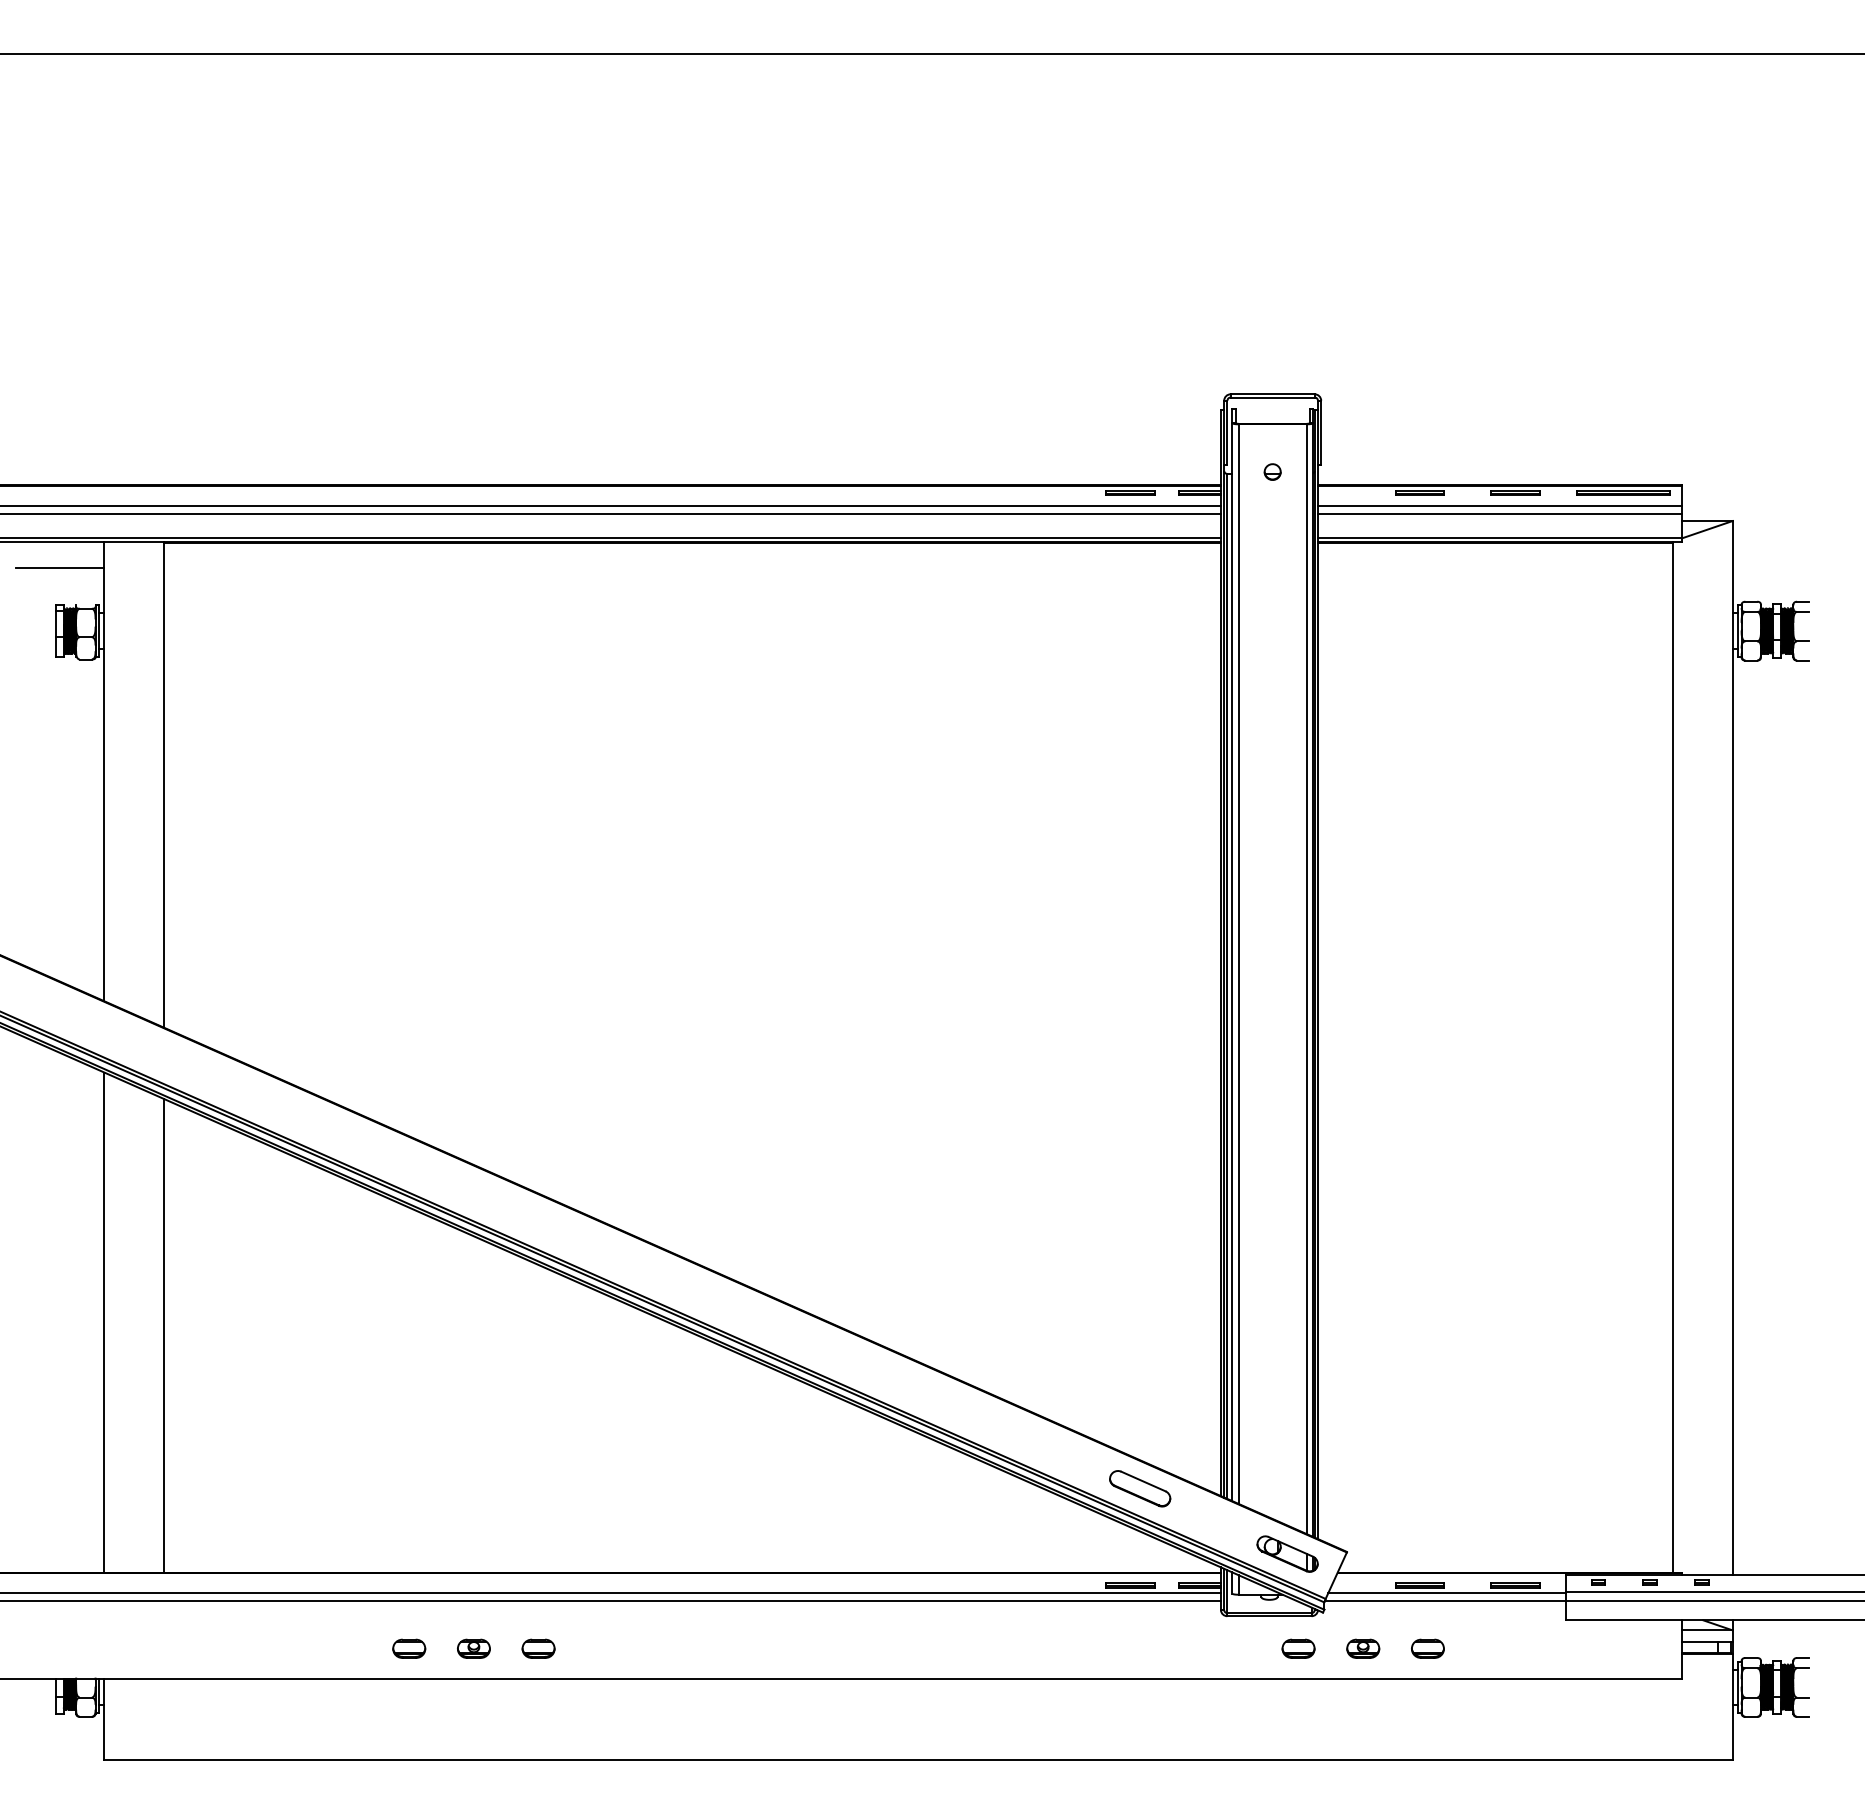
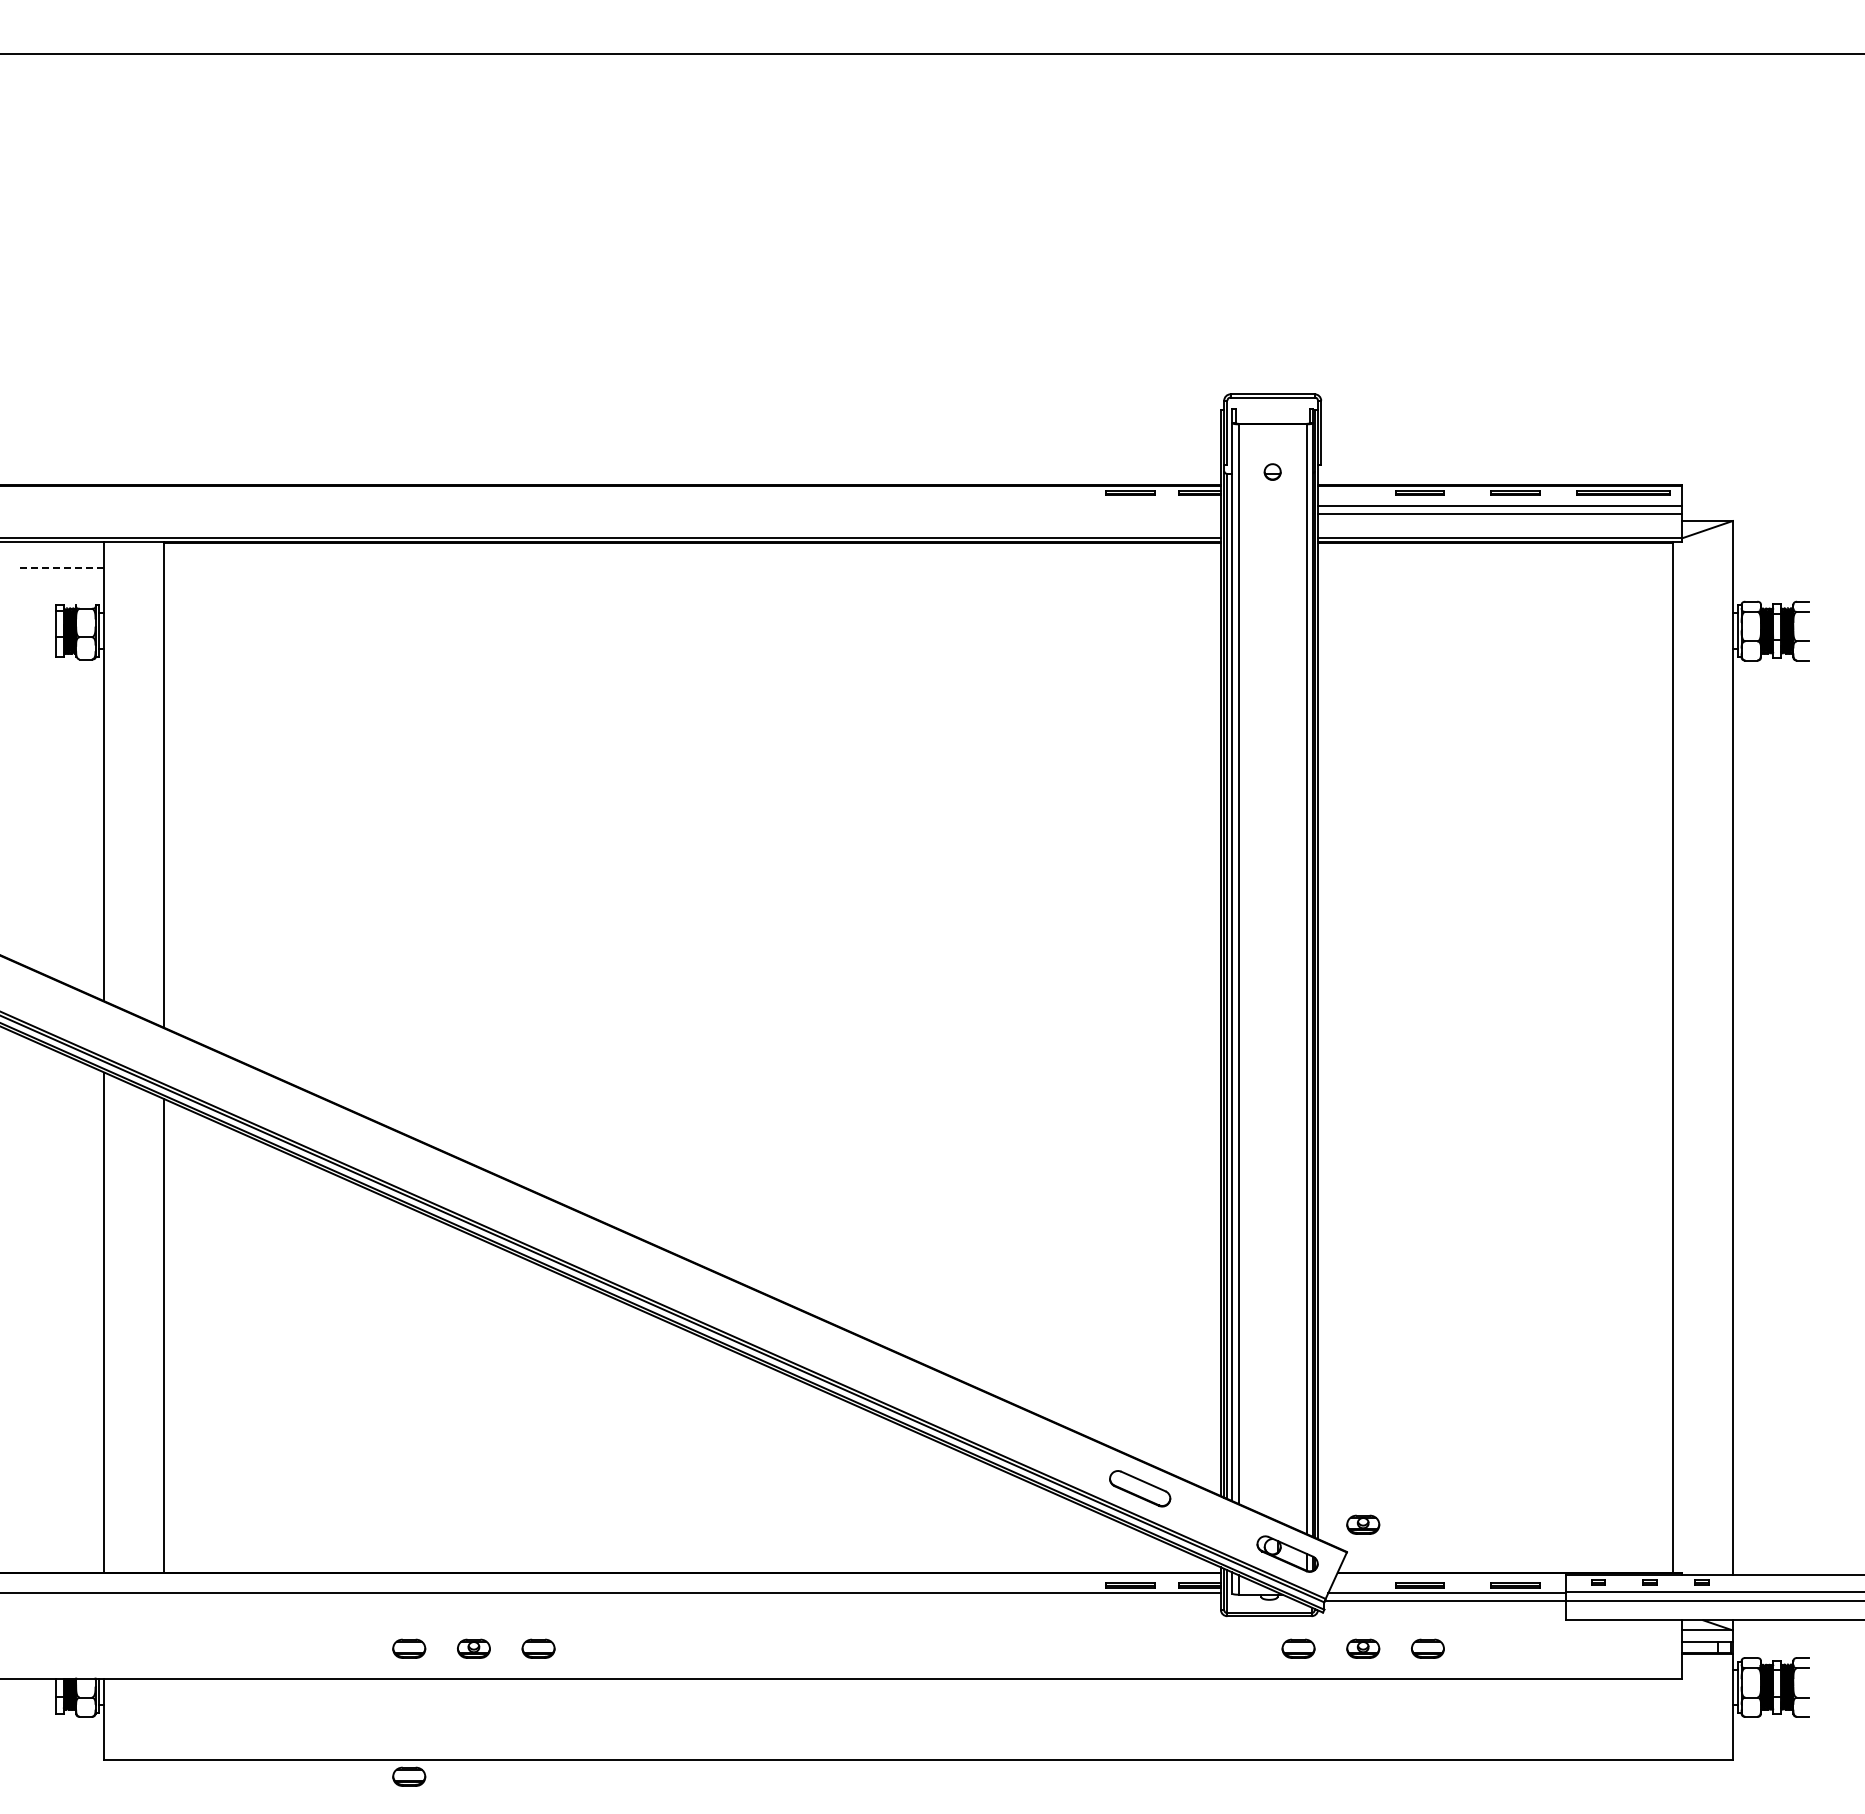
line at (611, 505): present -> none
line at (611, 513): present -> none
line at (59, 568): solid -> dashed
part at (1363, 1524): none -> present
line at (611, 1601): present -> none
part at (409, 1776): none -> present
